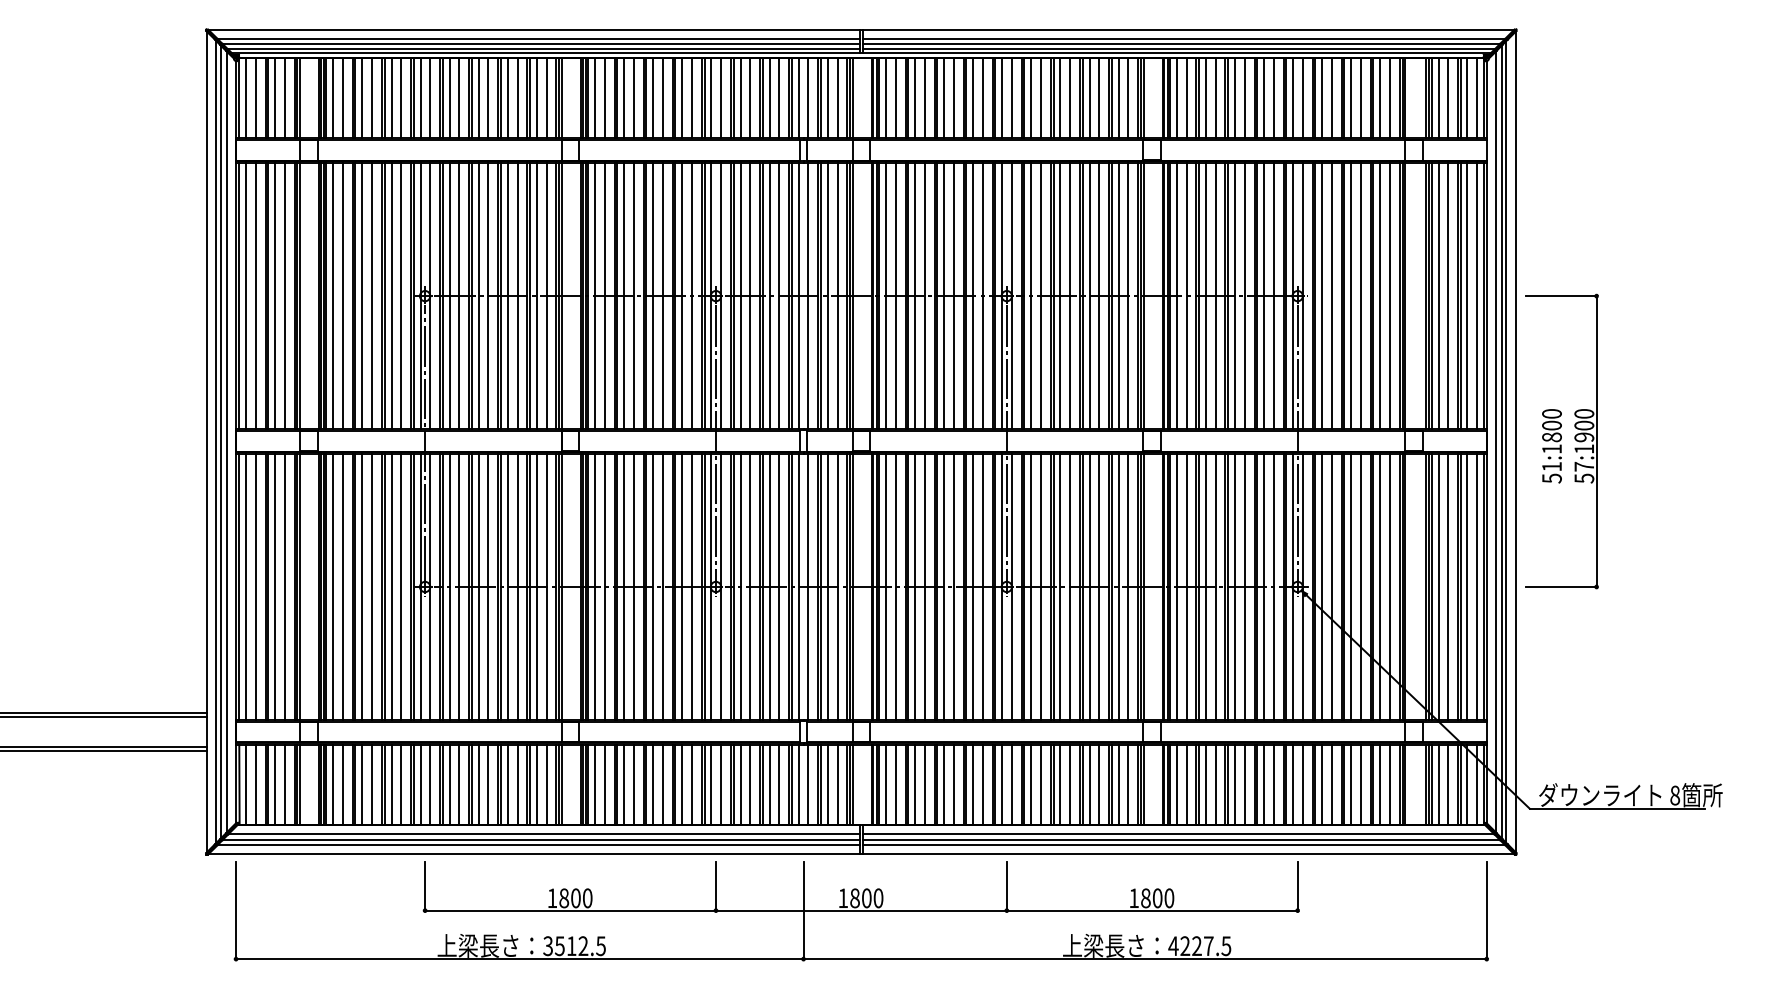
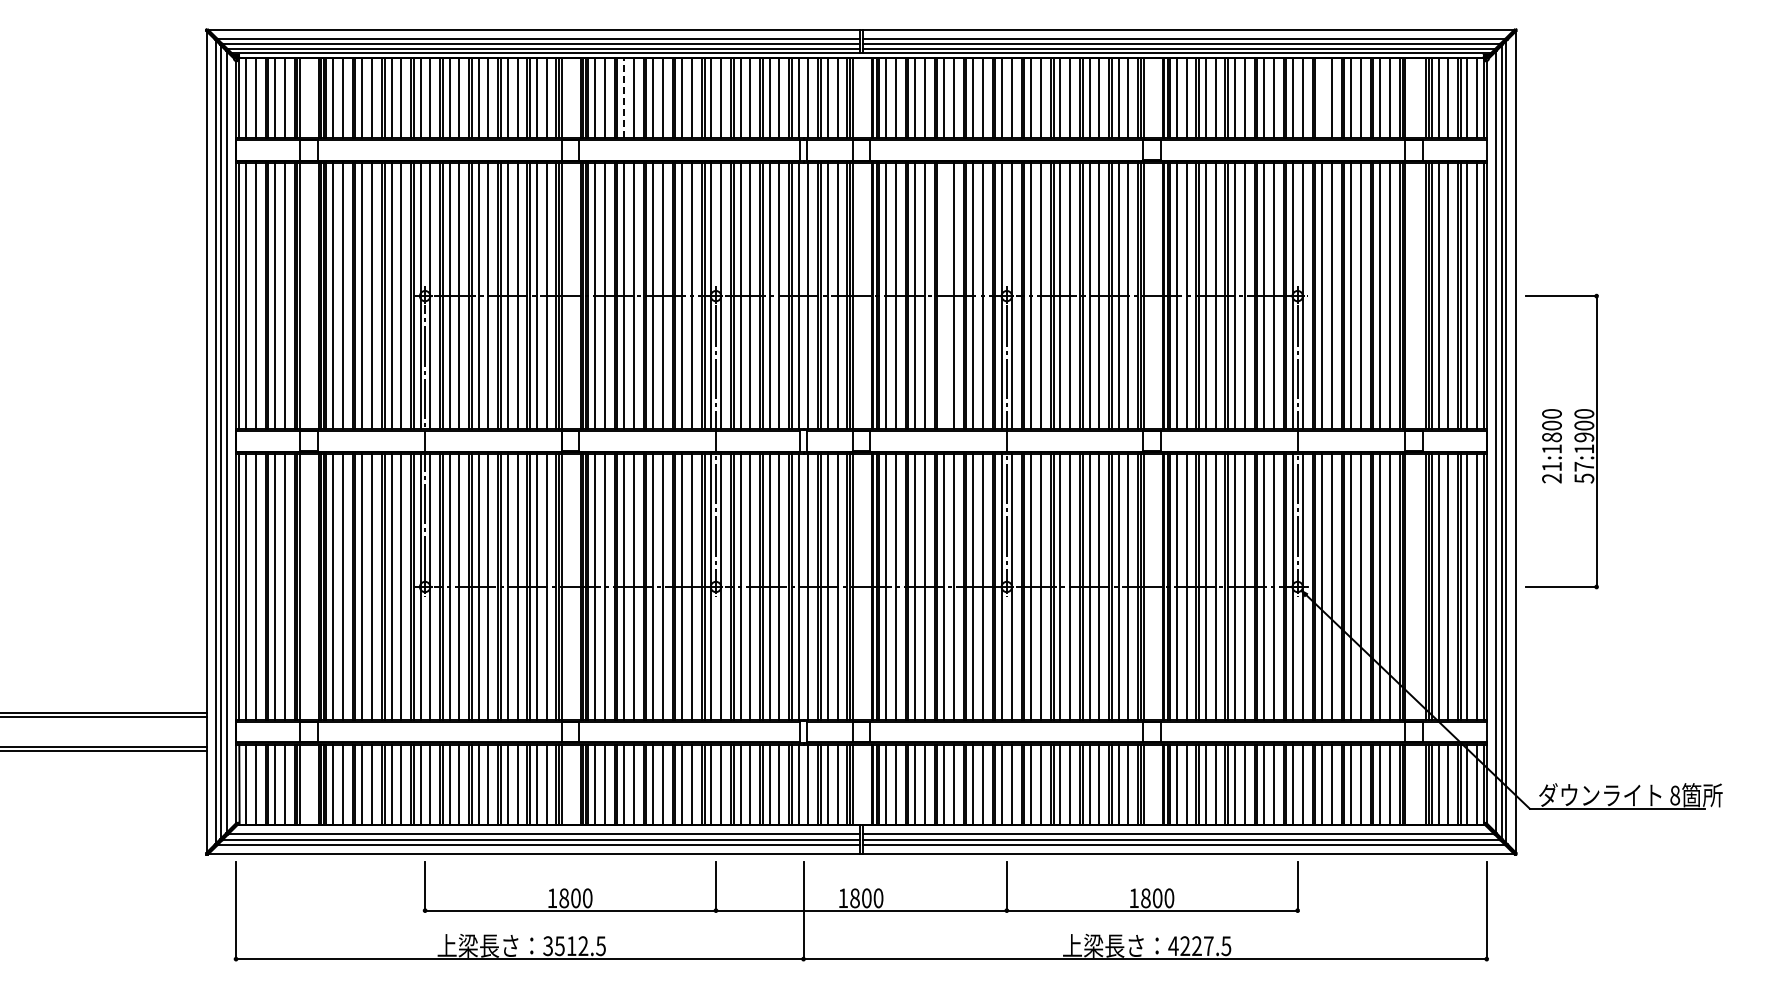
line at (624, 98): solid -> dashed
line at (1322, 98): present -> none
line at (944, 295): present -> none
text at (1551, 478): 51:1800 -> 21:1800
